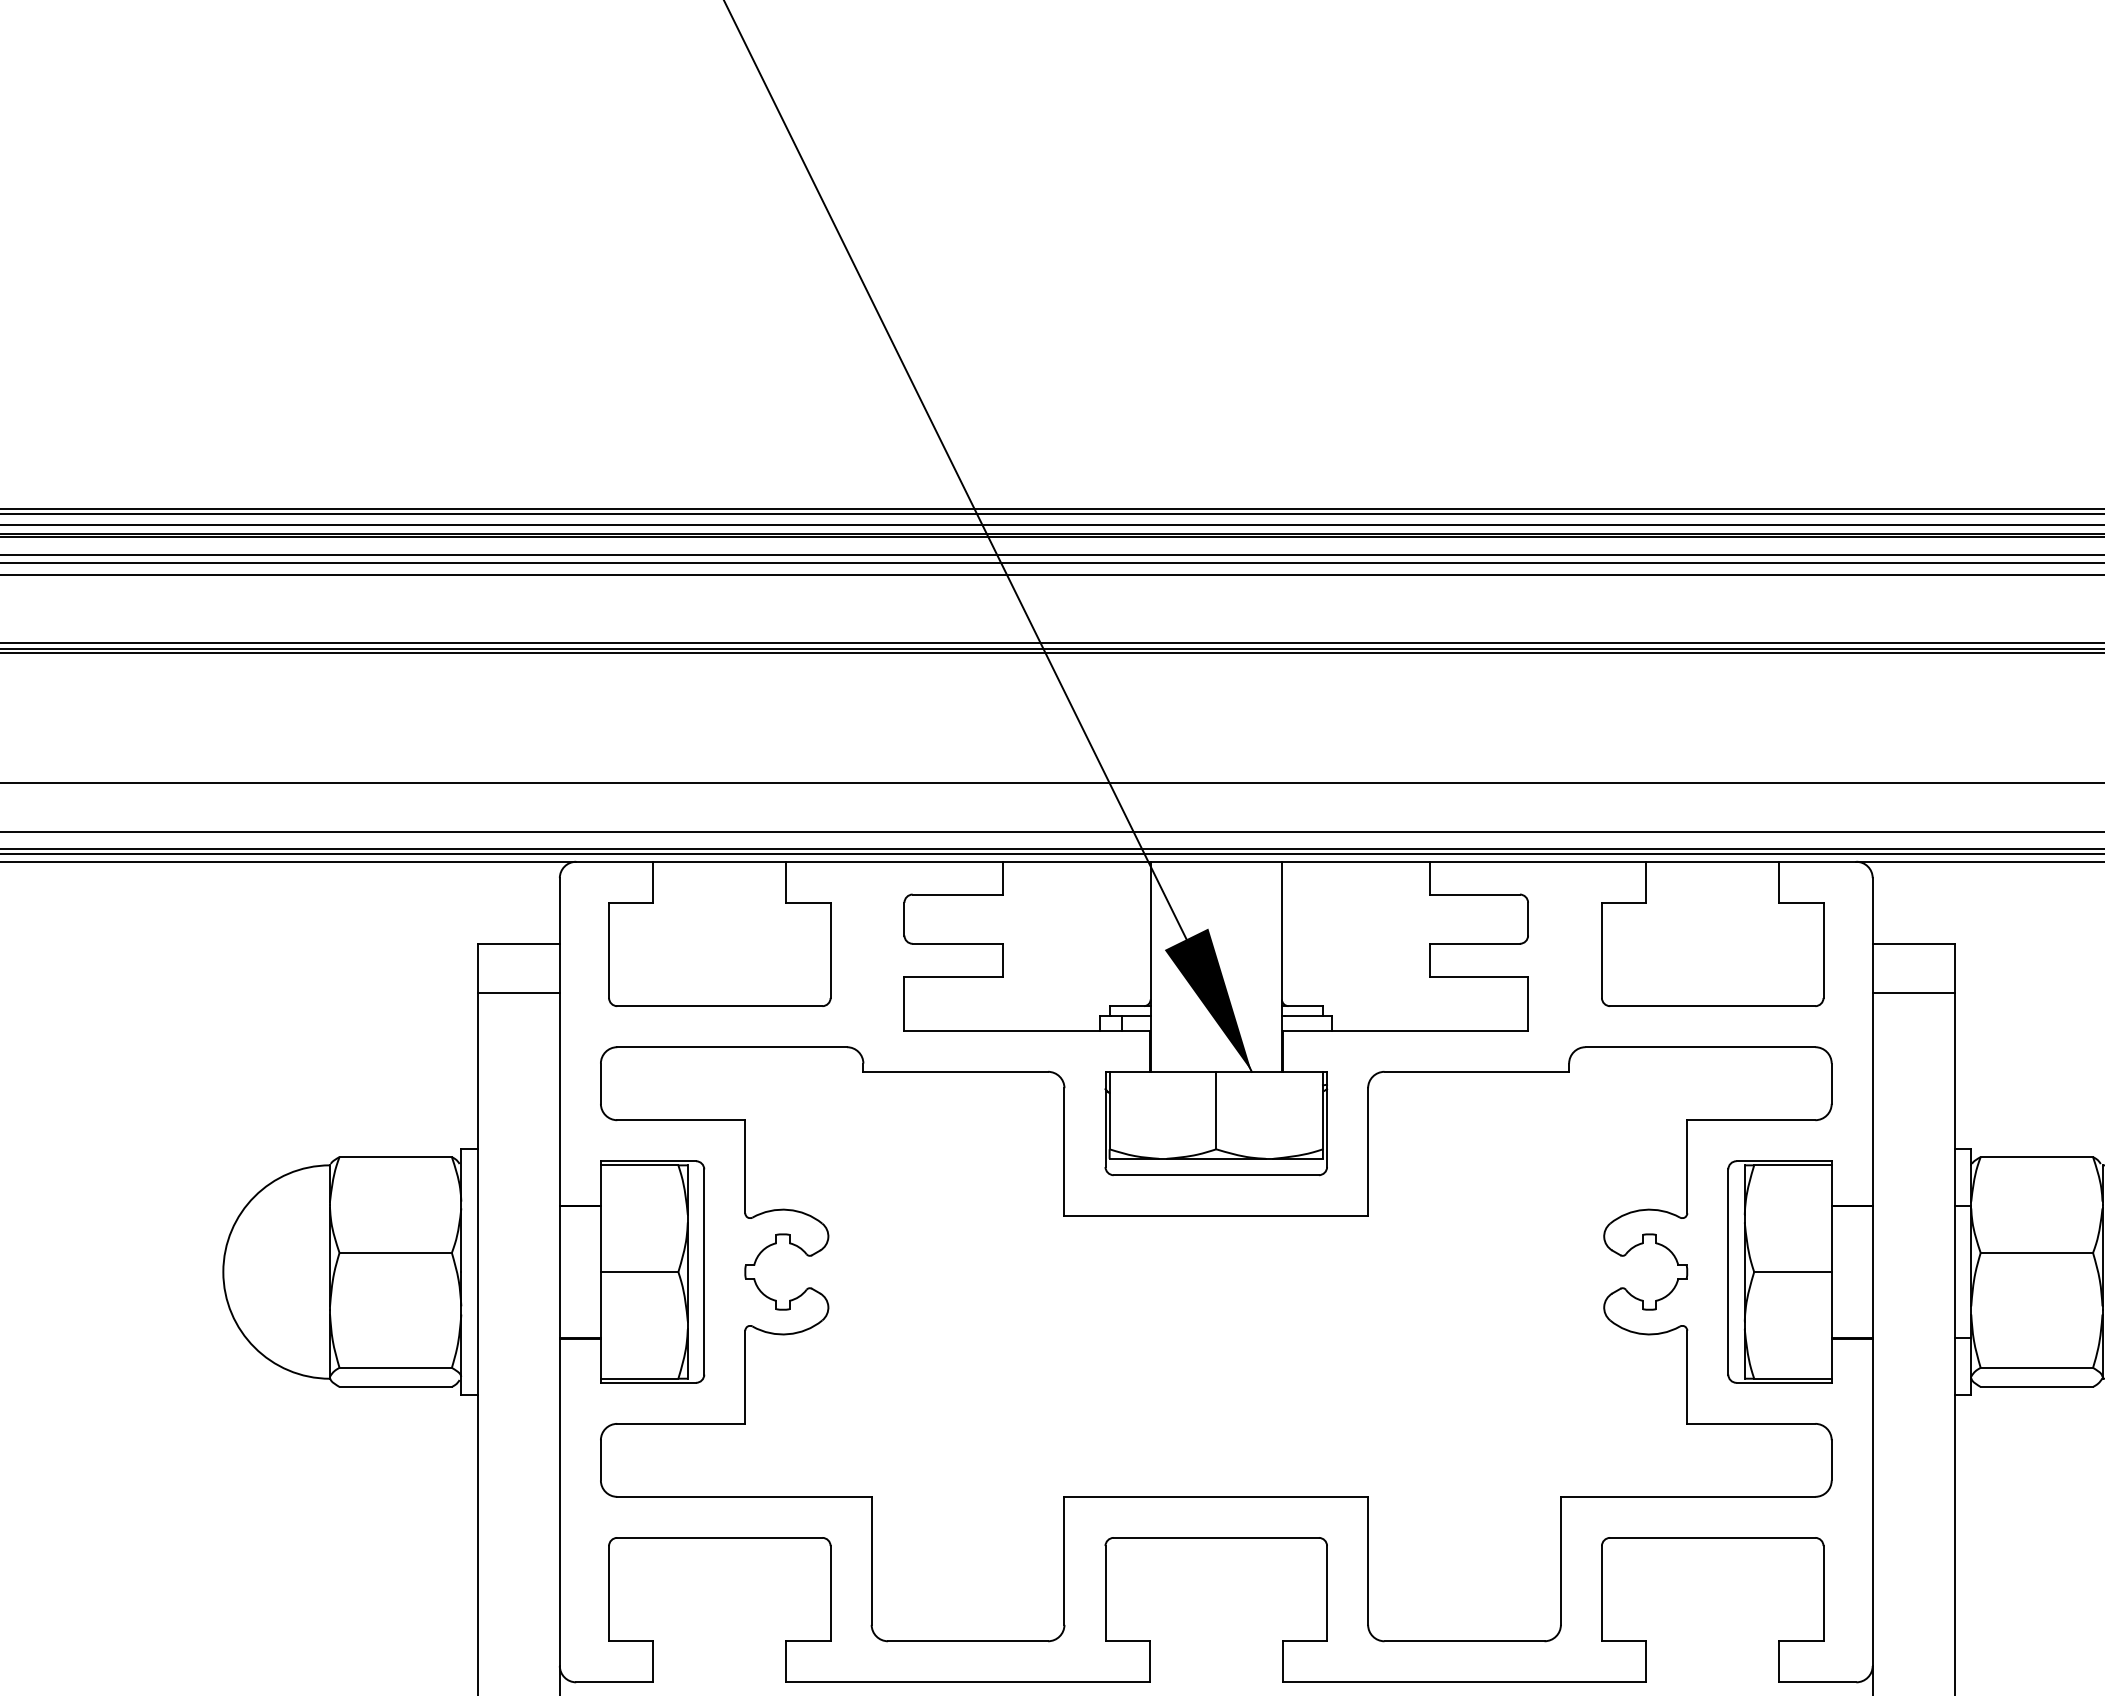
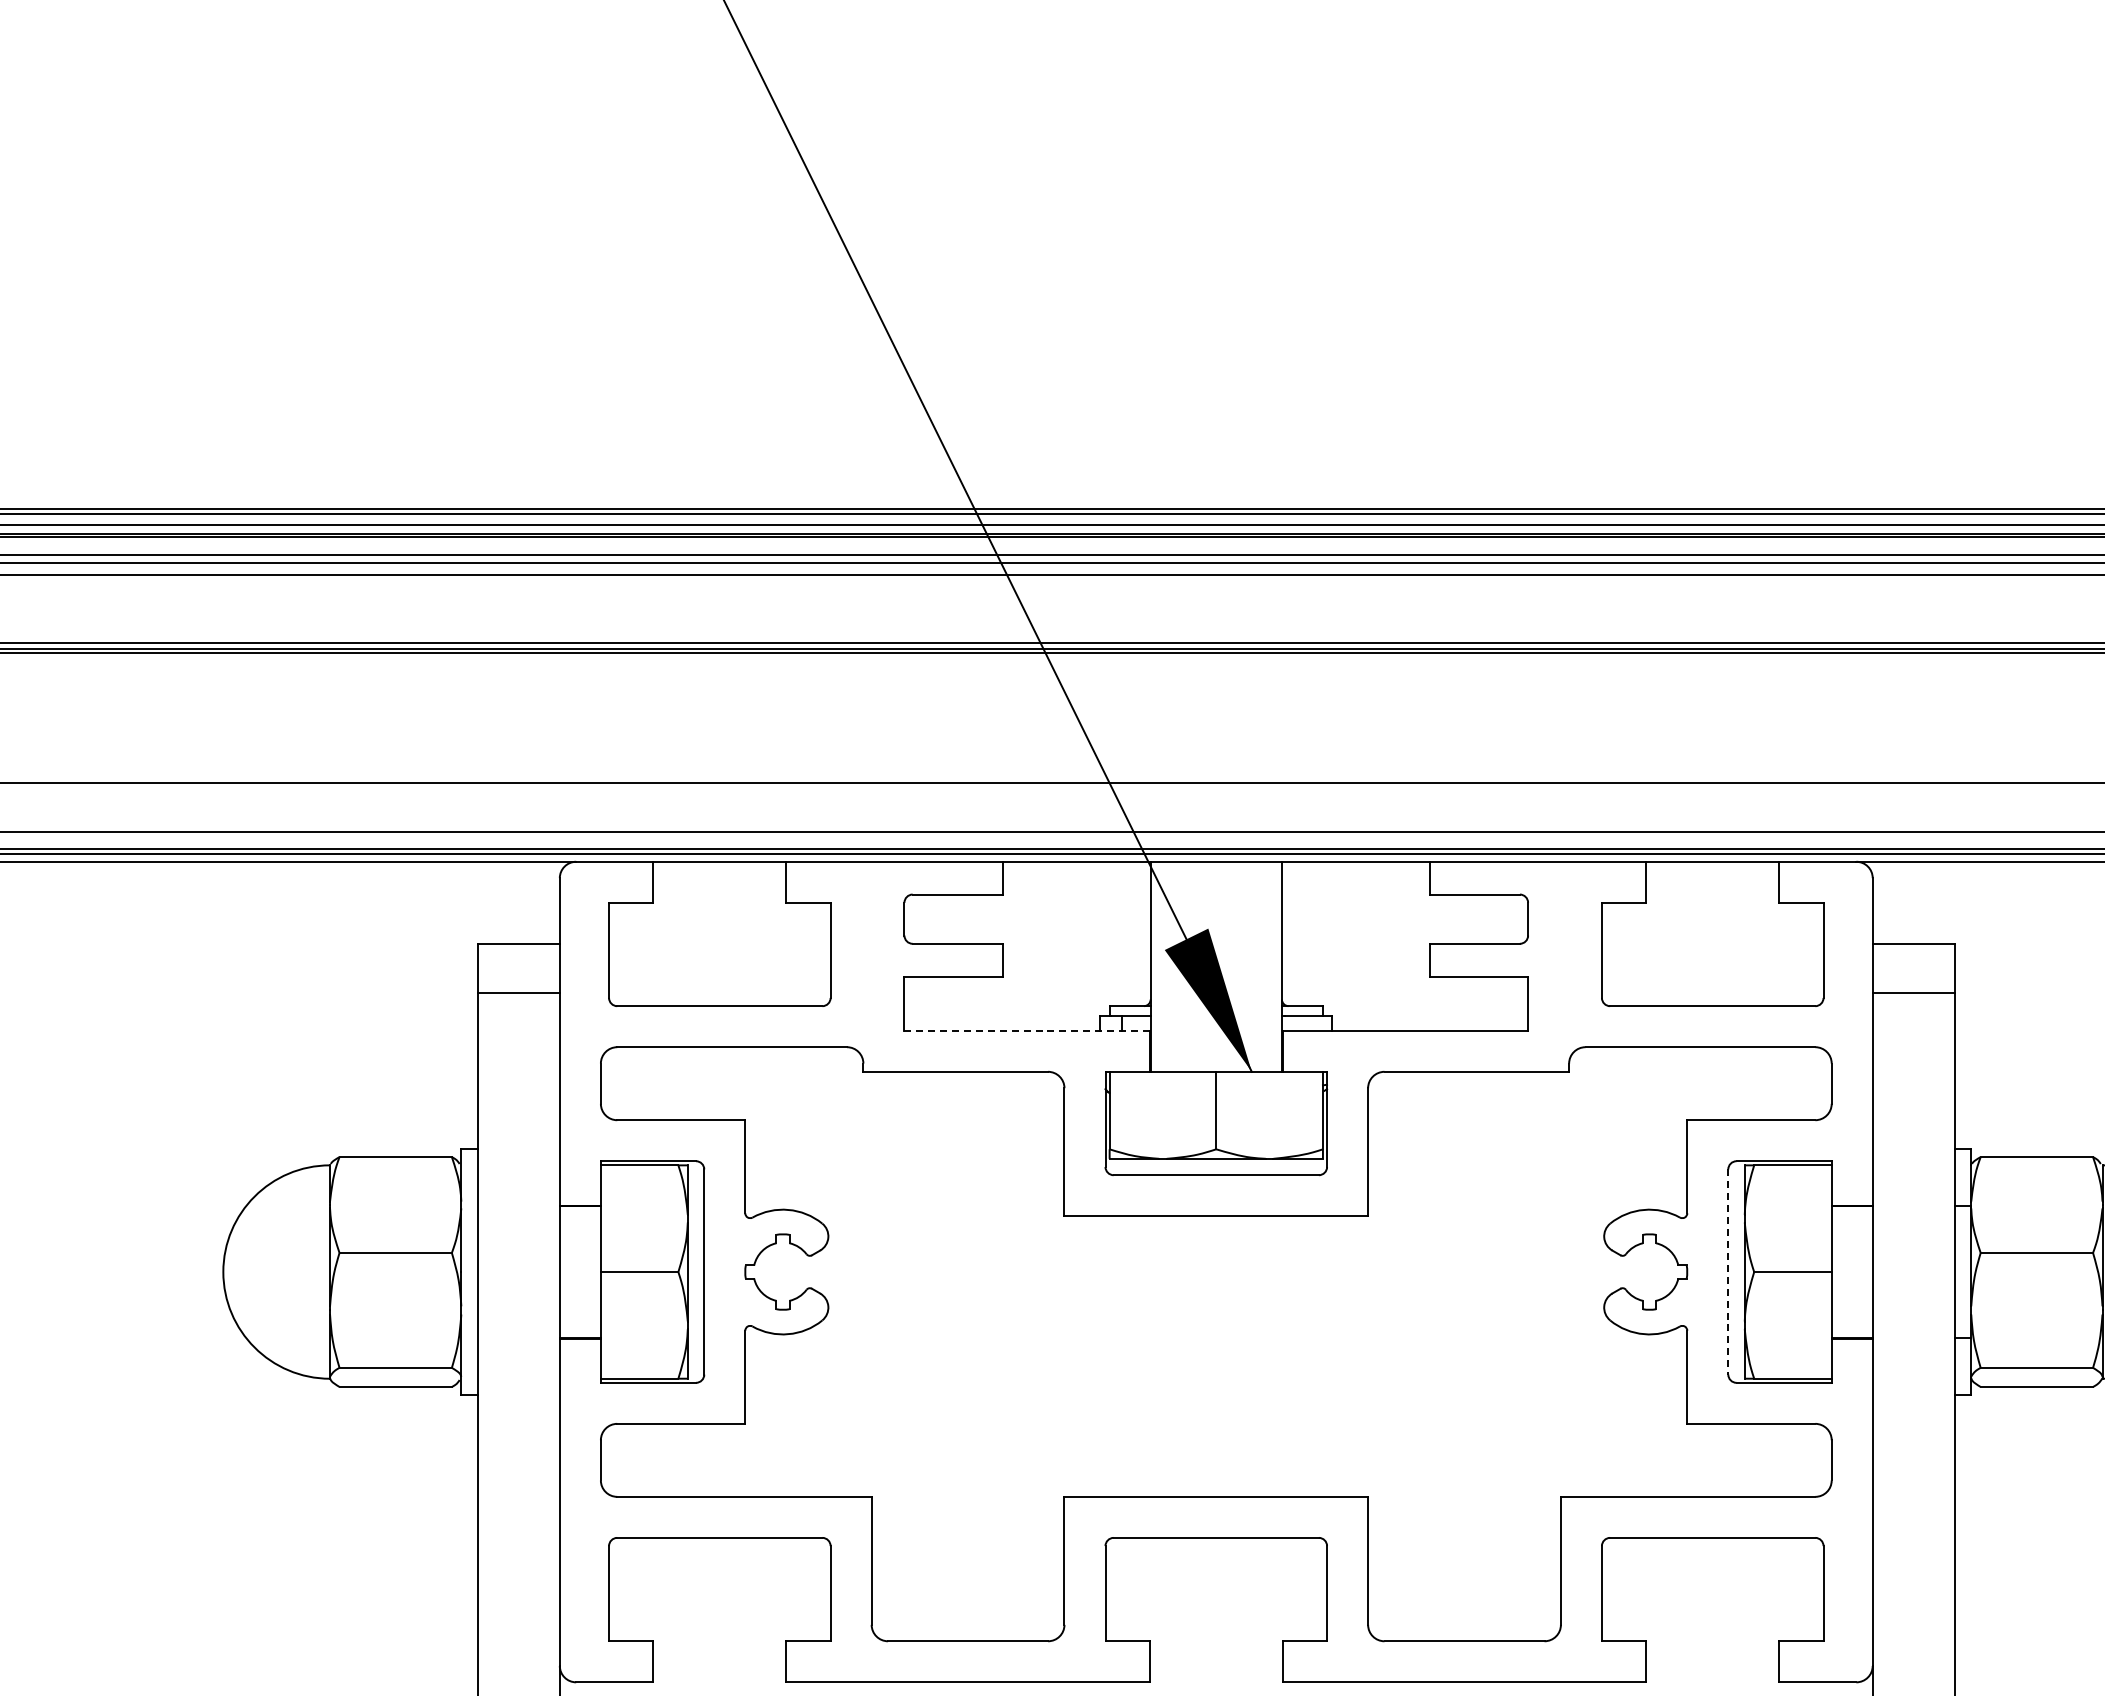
line at (1027, 1030): solid -> dashed
line at (1728, 1272): solid -> dashed
